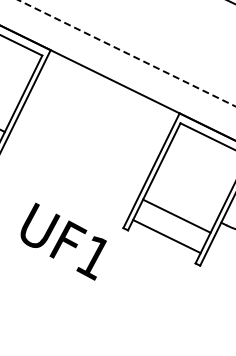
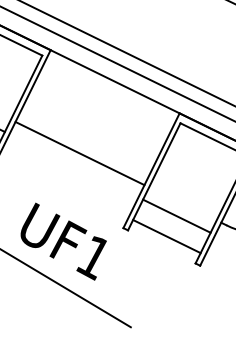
line at (127, 53): dashed -> solid
line at (117, 63): none -> present
line at (79, 153): none -> present
line at (66, 288): none -> present
